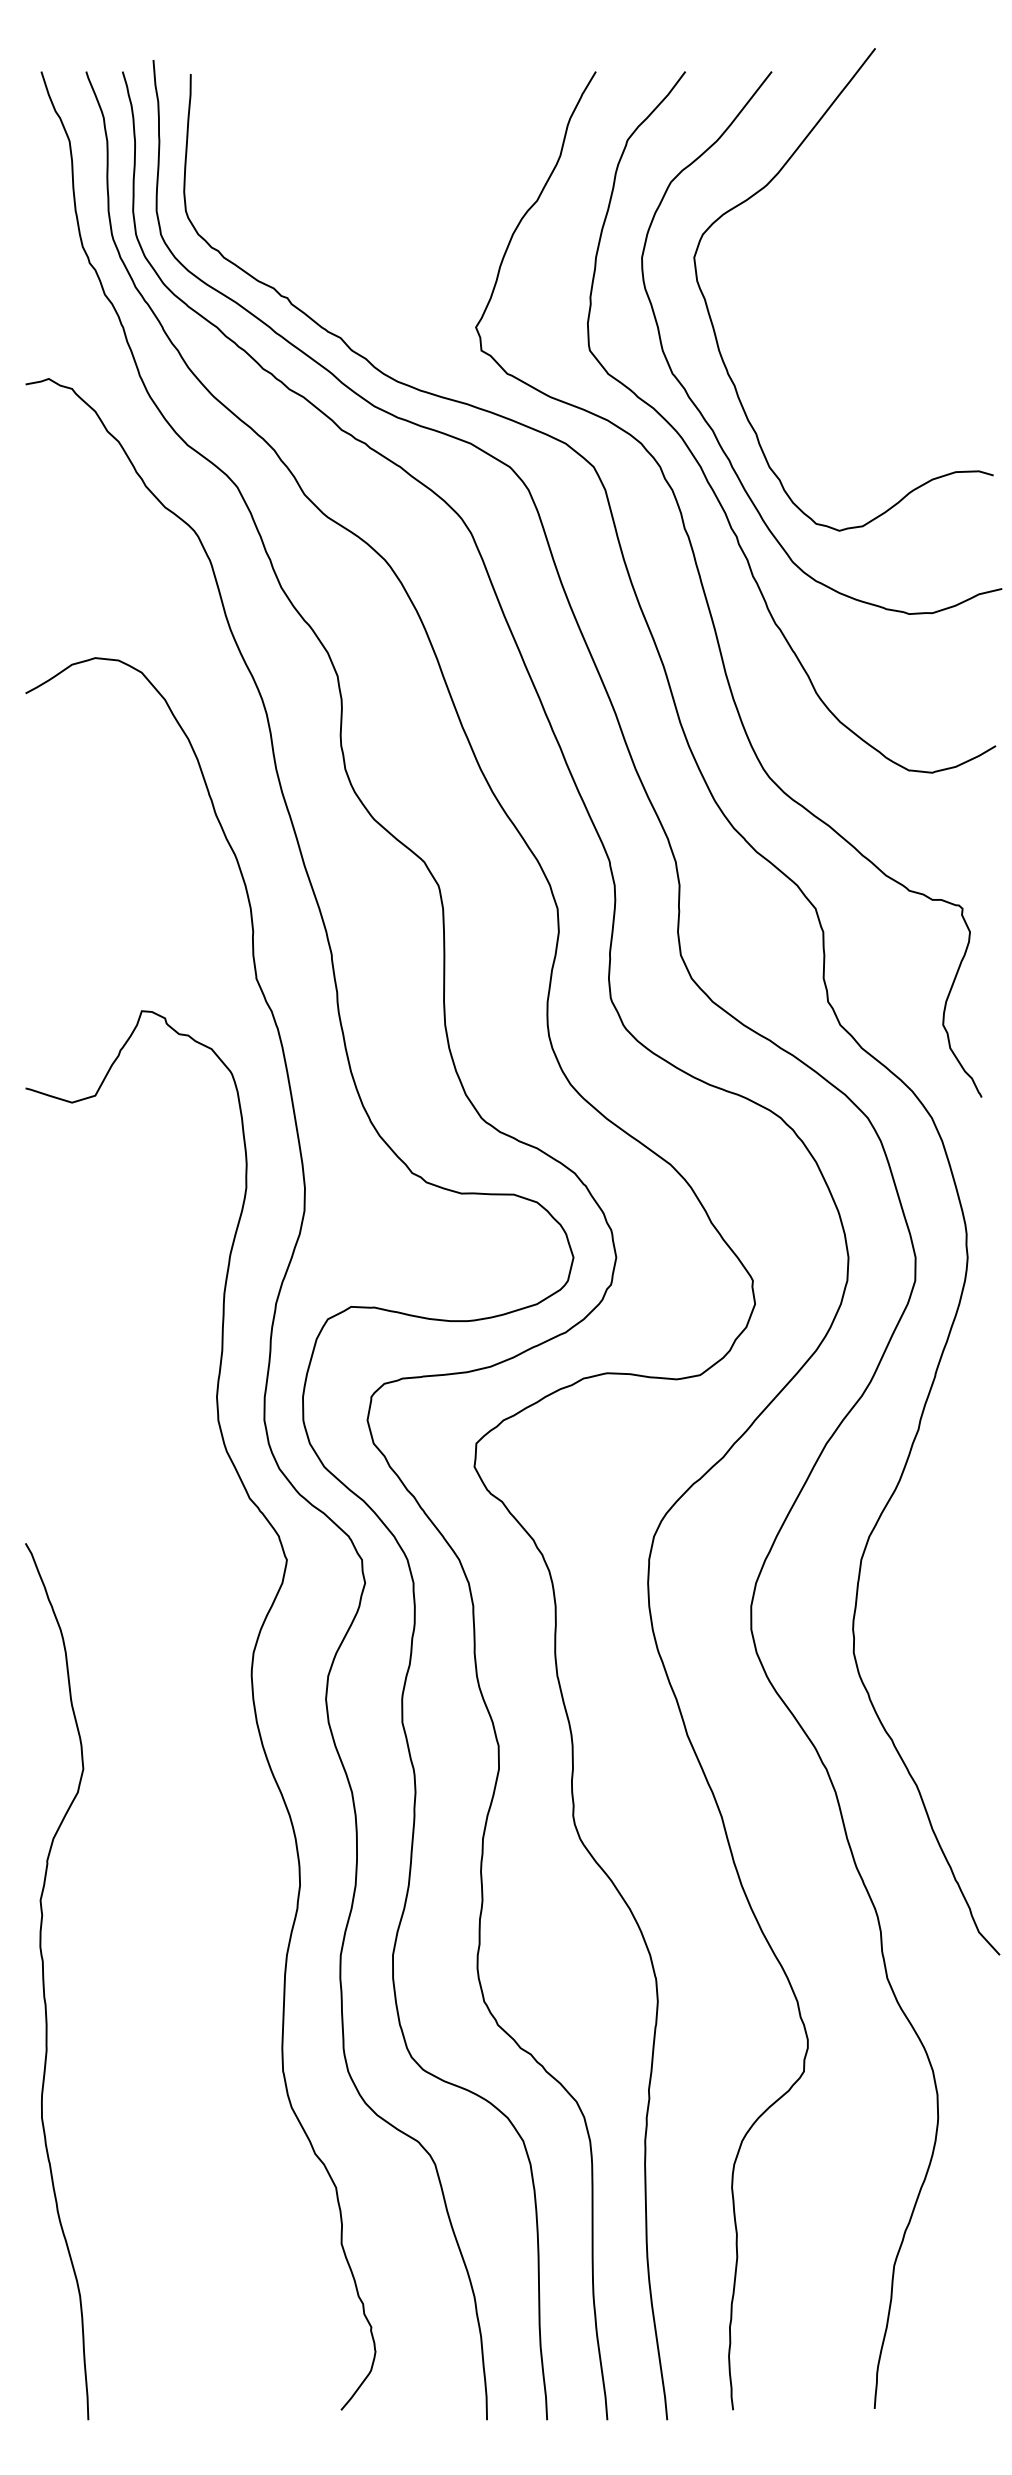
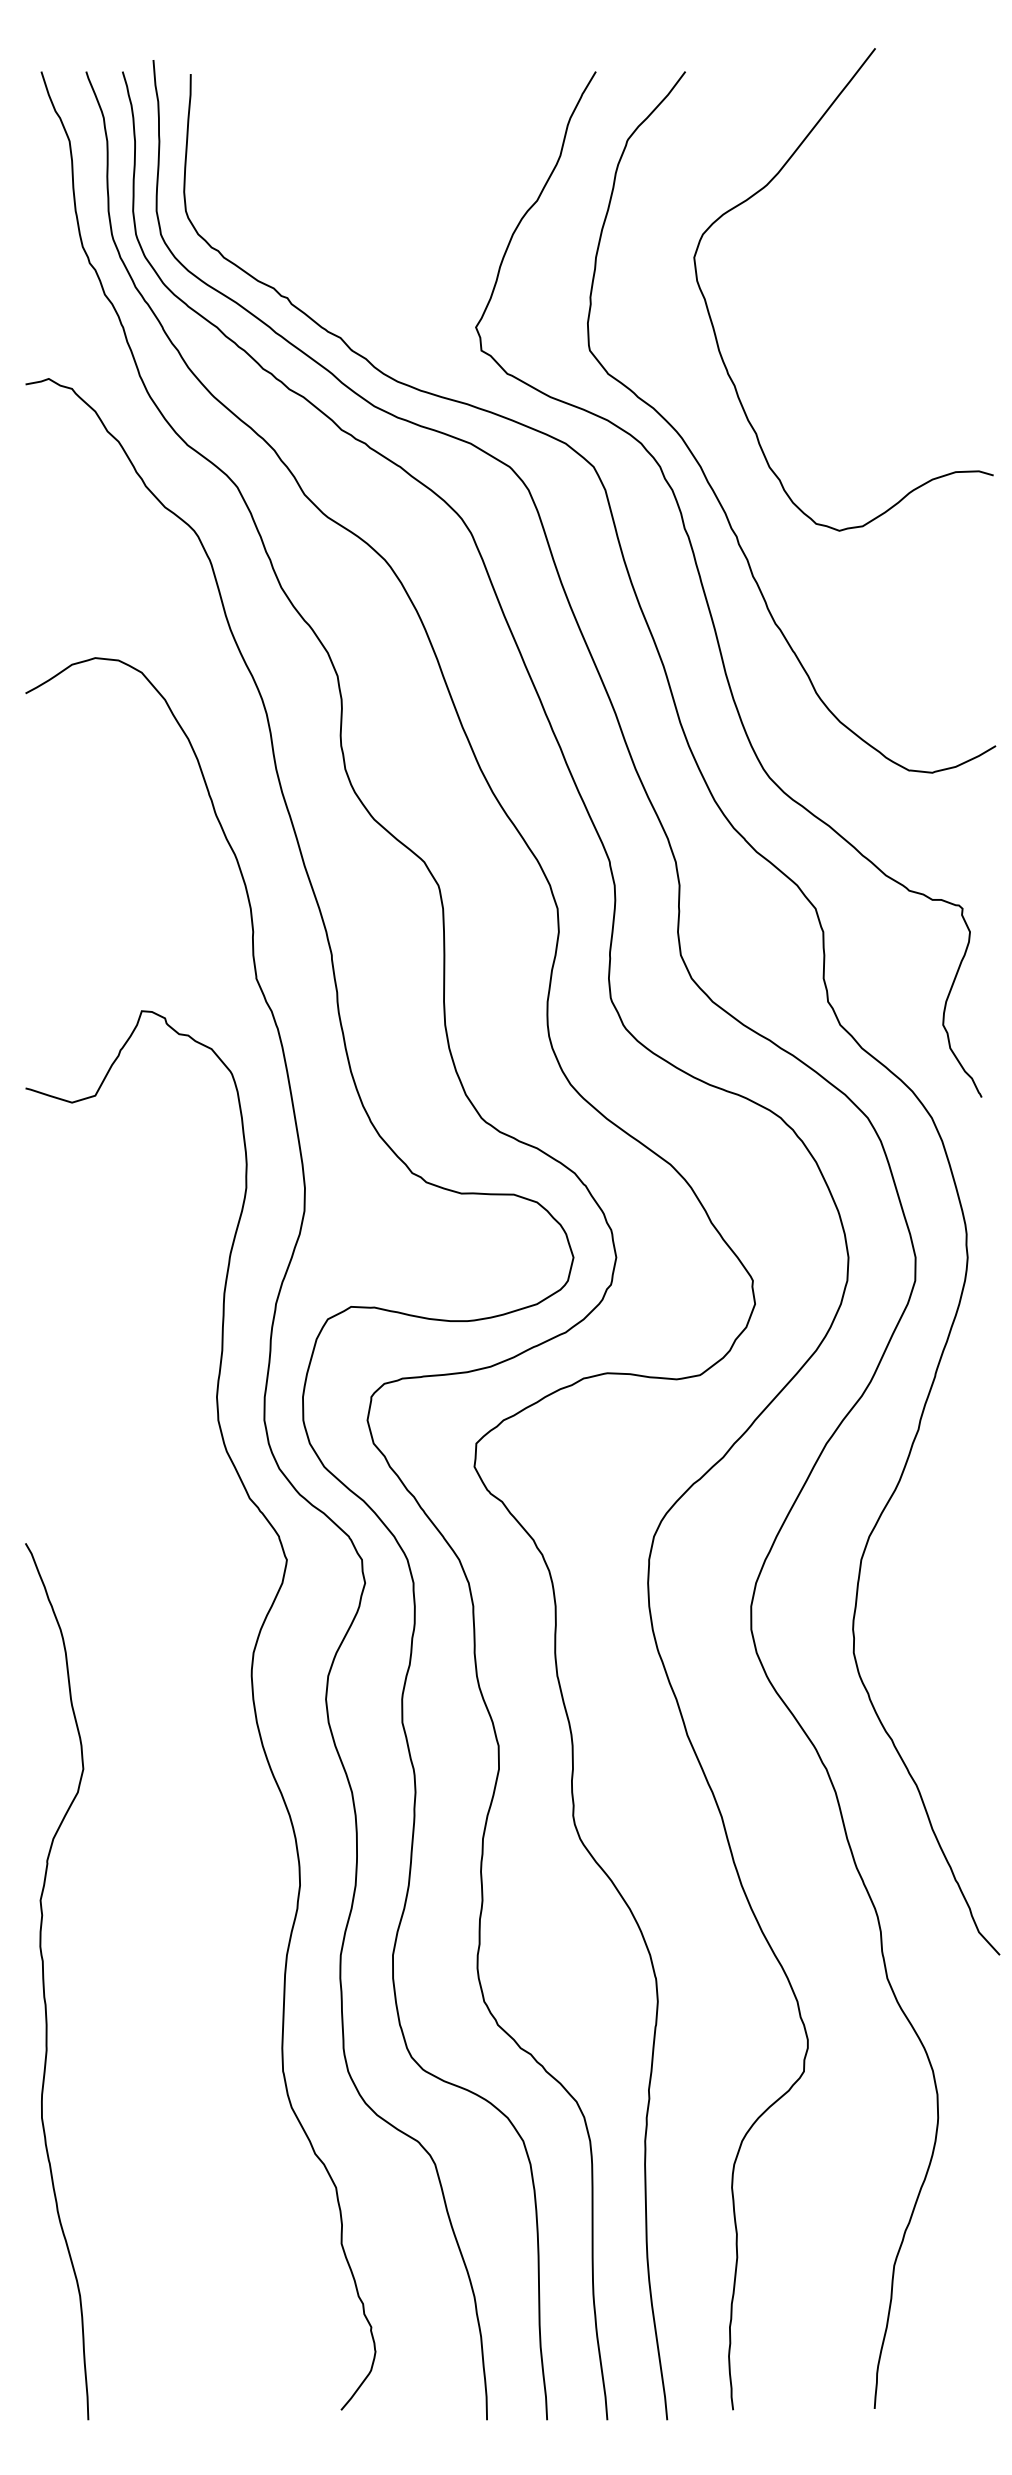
curve at (710, 425): present -> none
